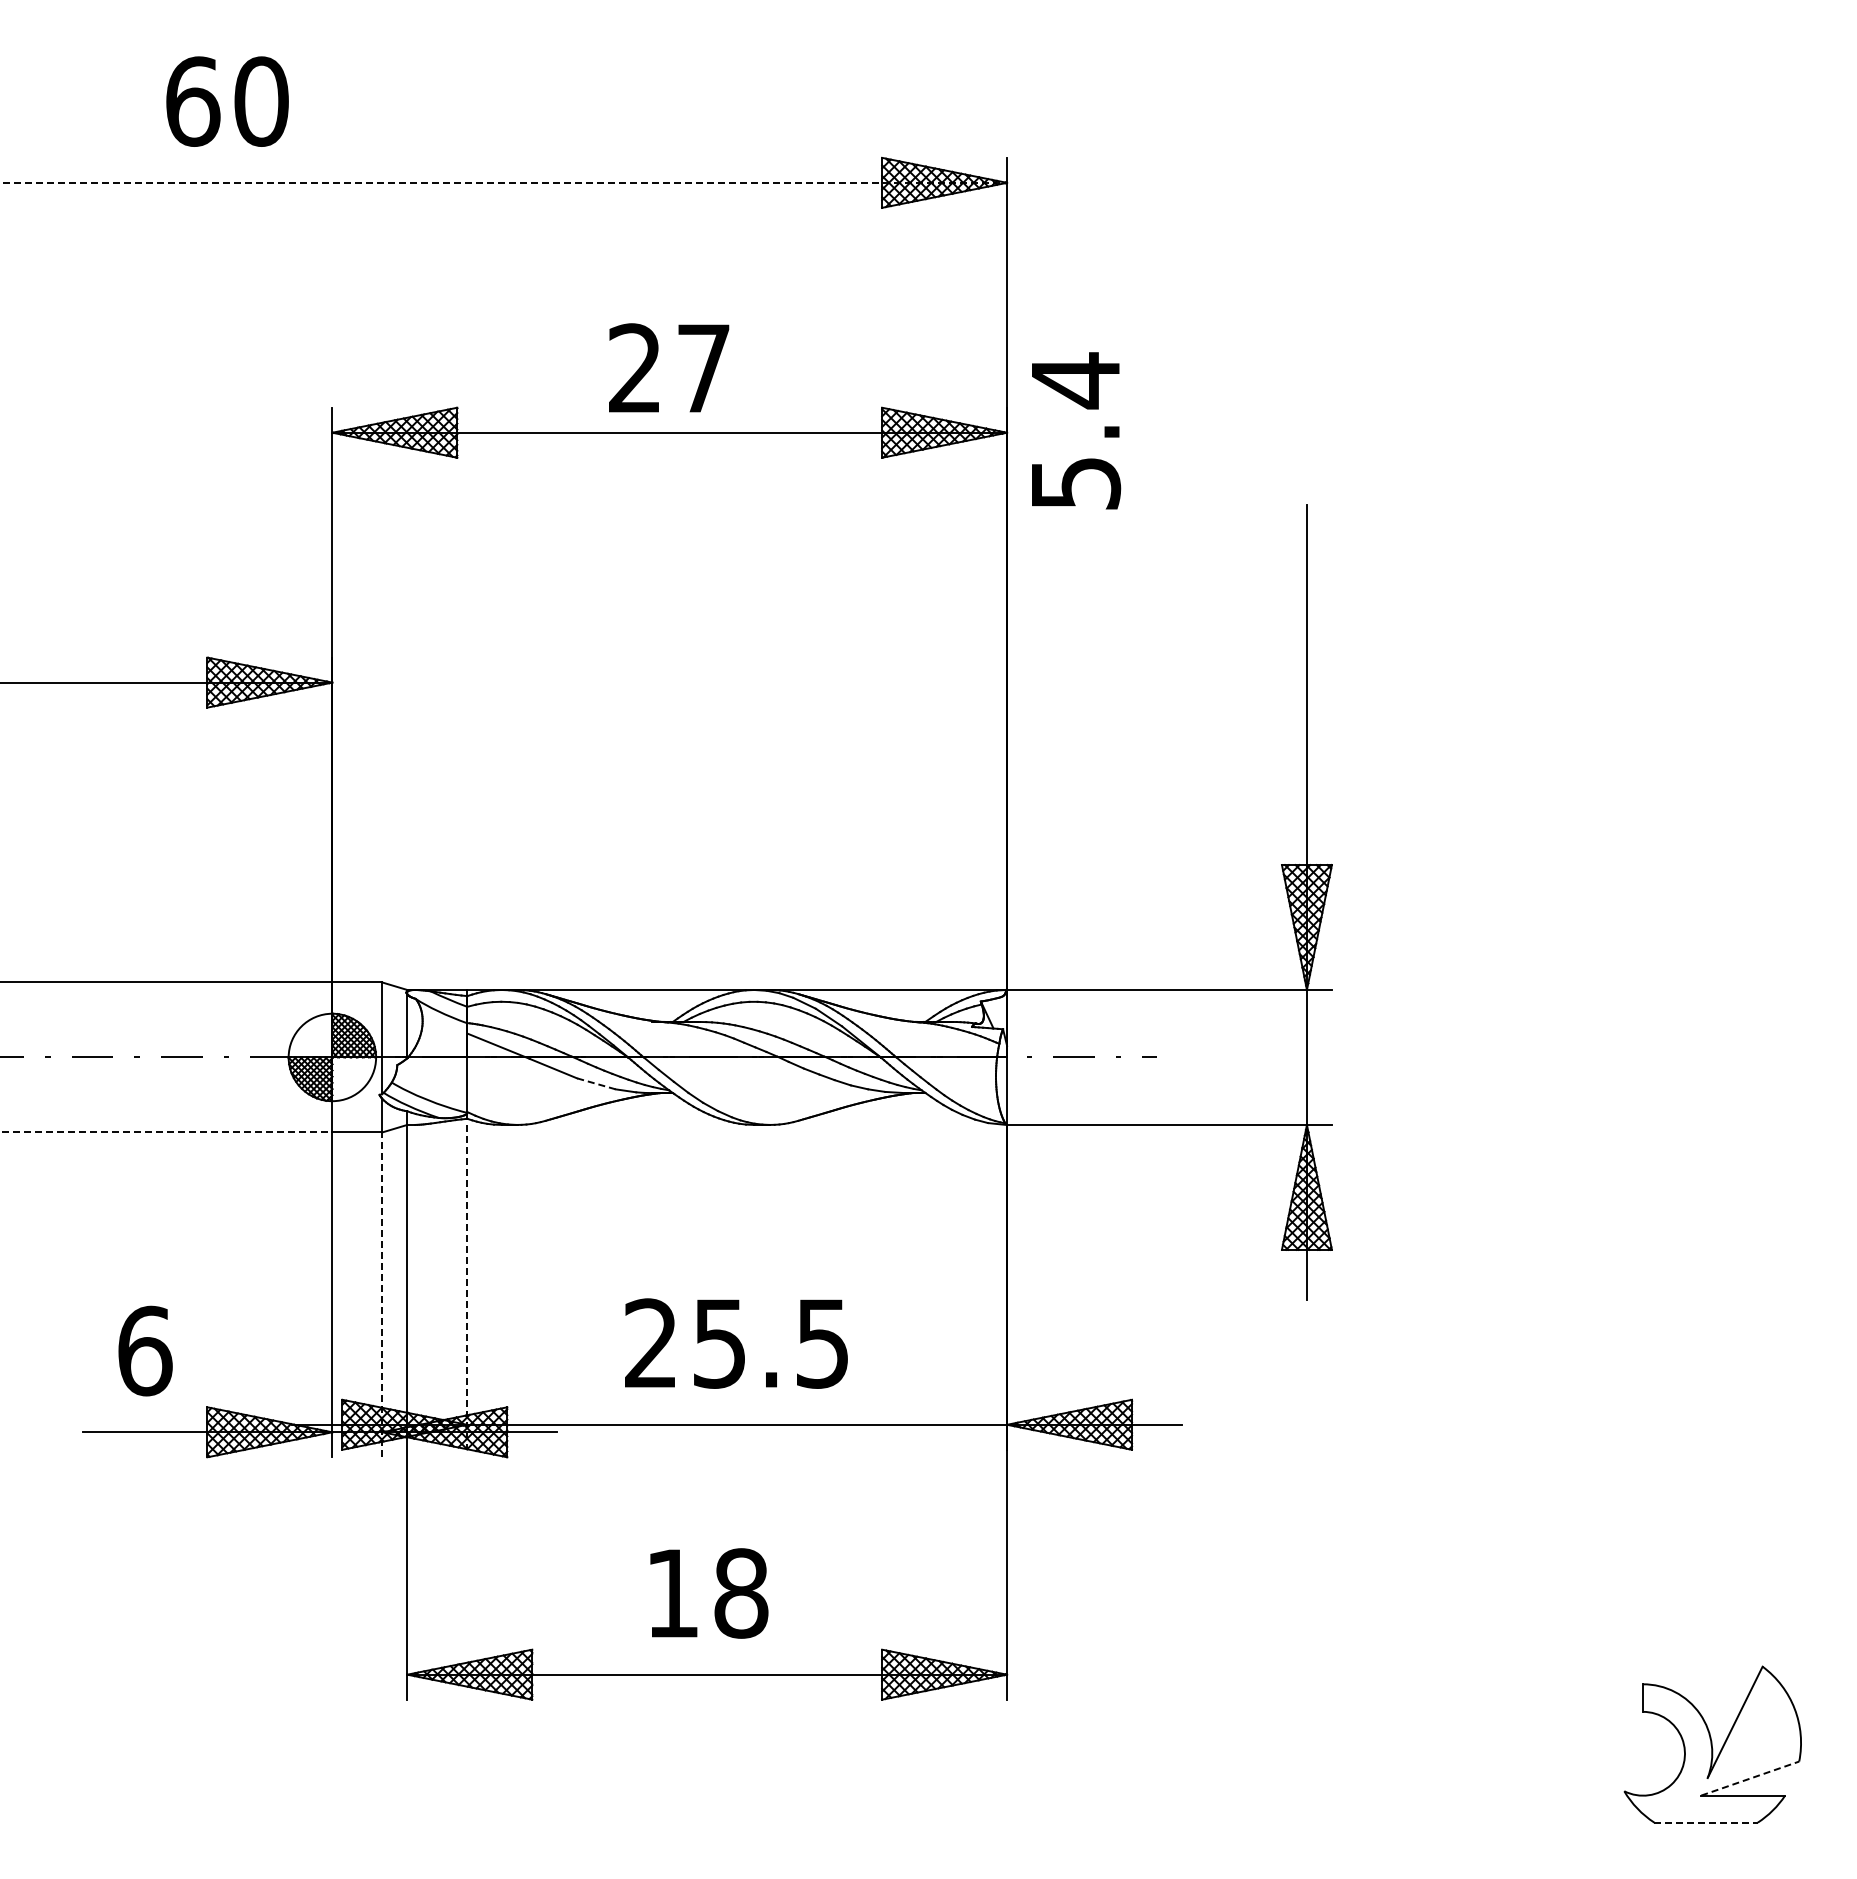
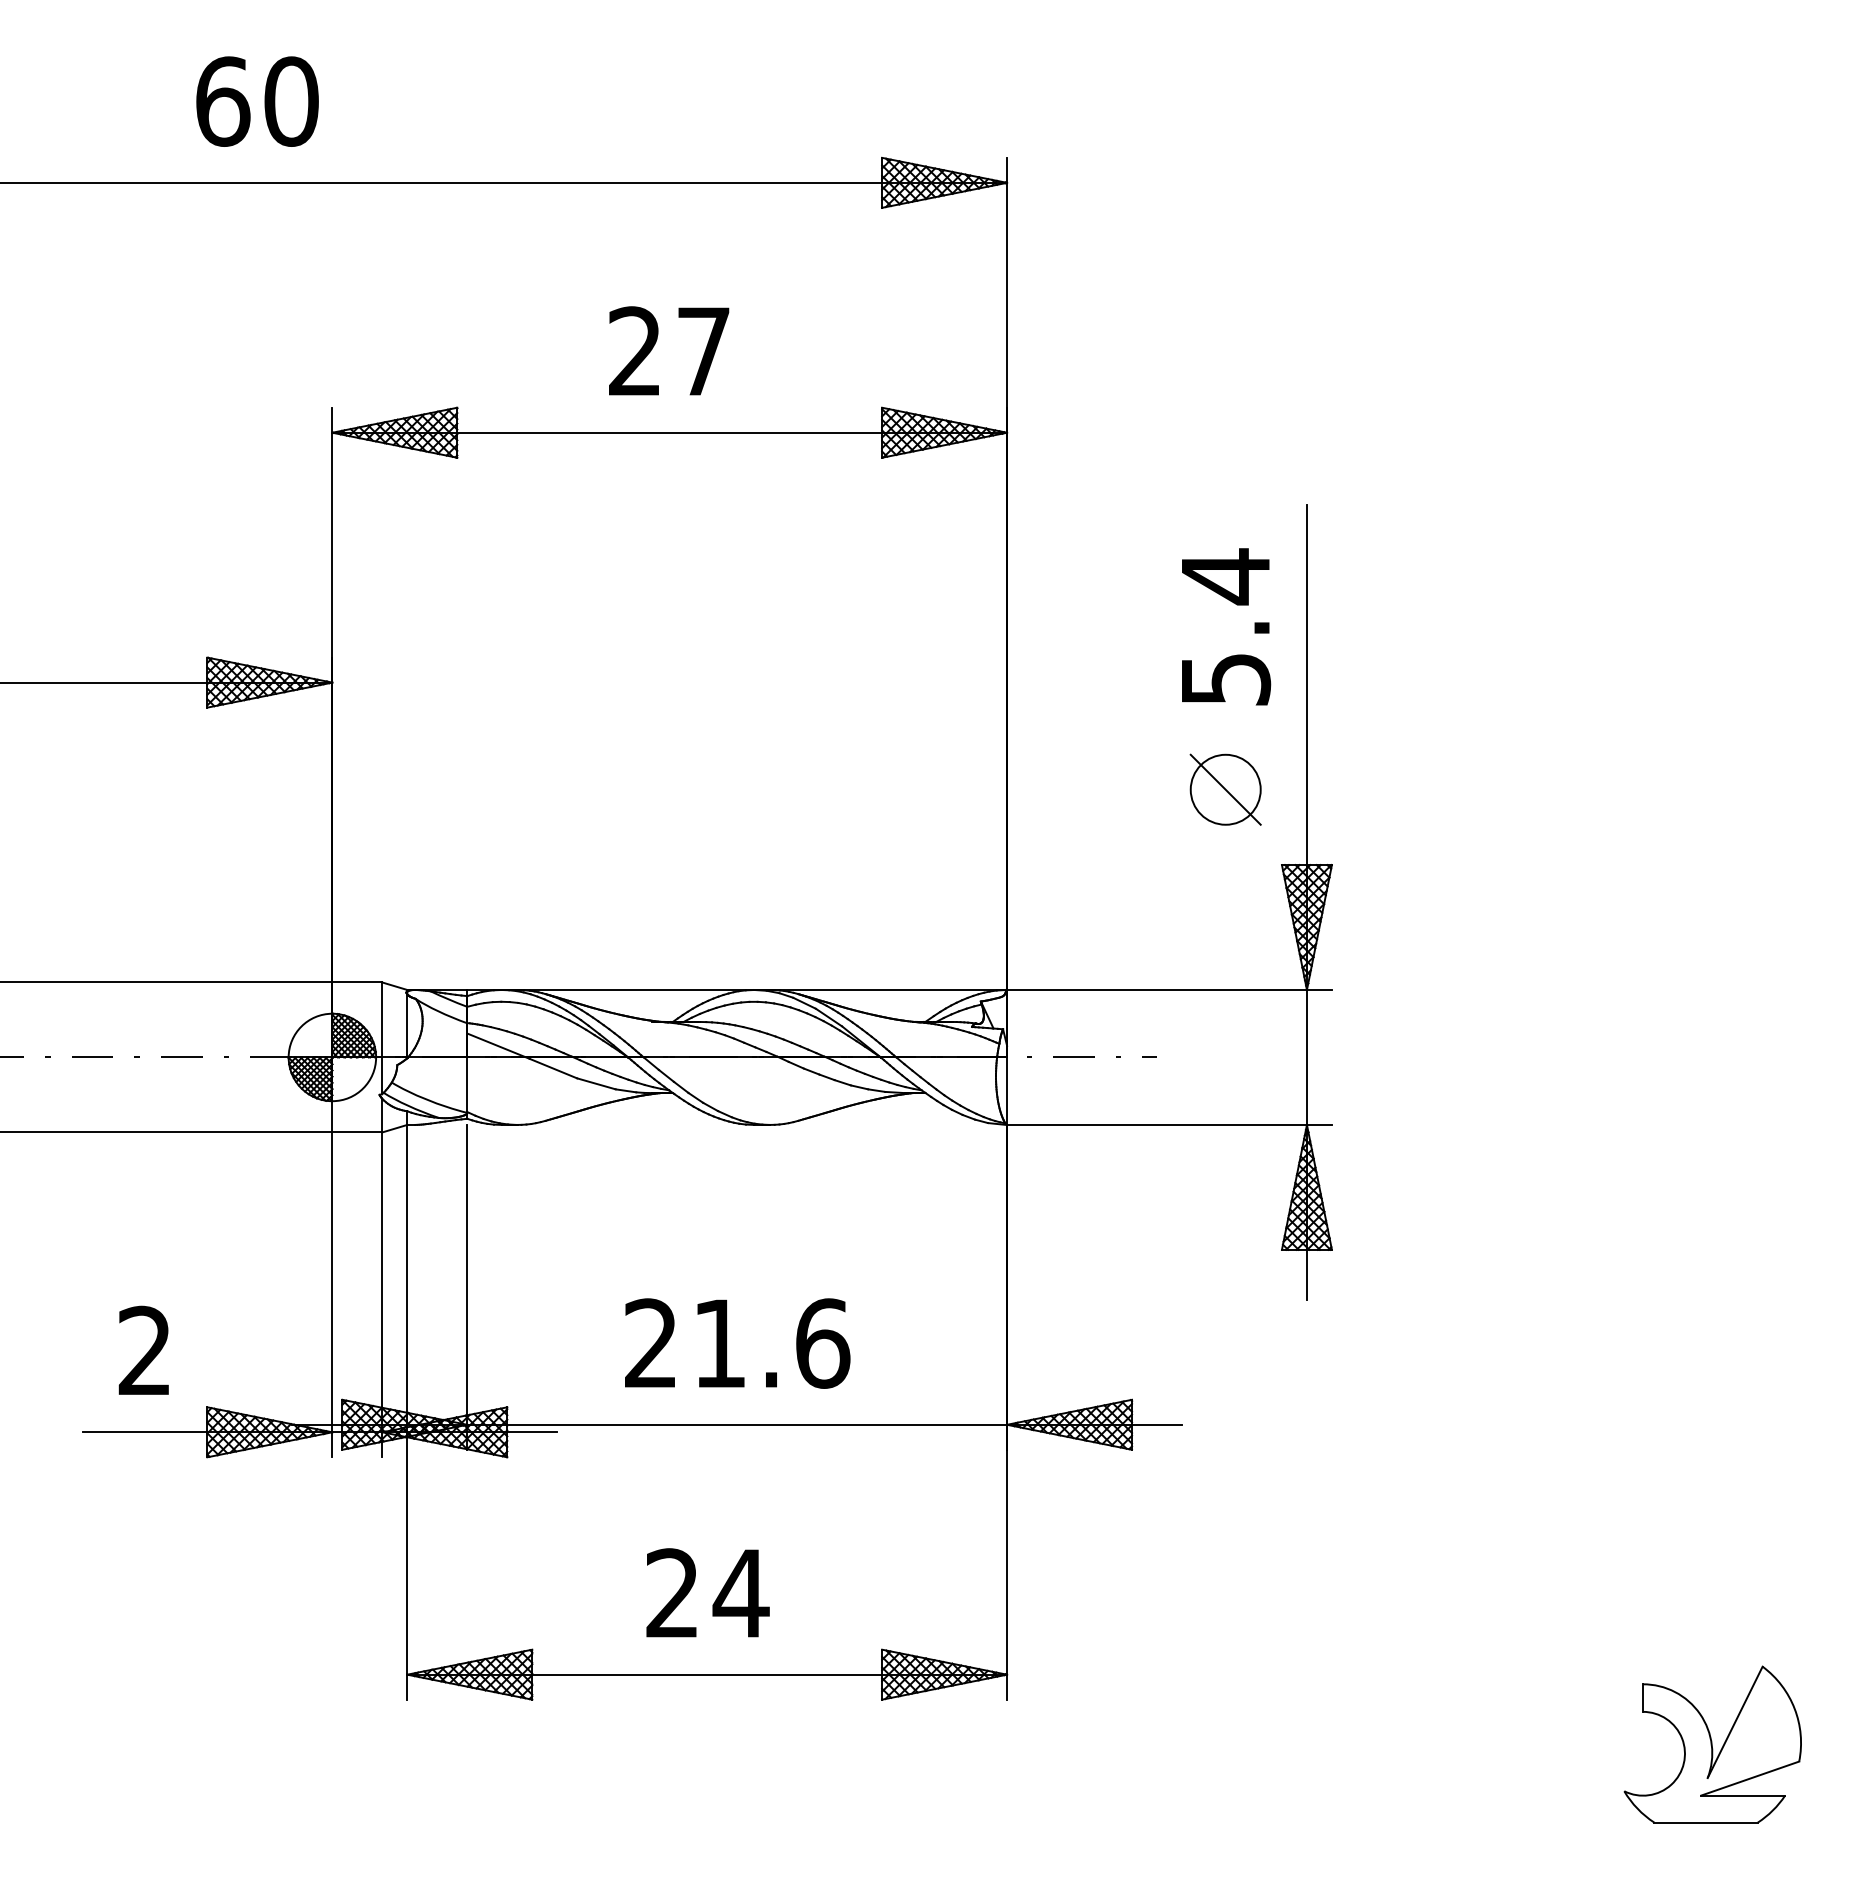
text at (227, 101) position: (227, 101) -> (257, 101)
line at (504, 182): dashed -> solid
text at (669, 367) position: (669, 367) -> (669, 350)
text at (1076, 430) position: (1076, 430) -> (1226, 626)
part at (1225, 789): none -> present
line at (595, 1083): dashed -> solid
line at (166, 1132): dashed -> solid
line at (467, 1287): dashed -> solid
line at (382, 1294): dashed -> solid
text at (772, 1343): 25.5 -> 21.6
text at (145, 1350): 6 -> 2
text at (707, 1593): 18 -> 24
line at (1750, 1778): dashed -> solid
line at (1706, 1822): dashed -> solid
